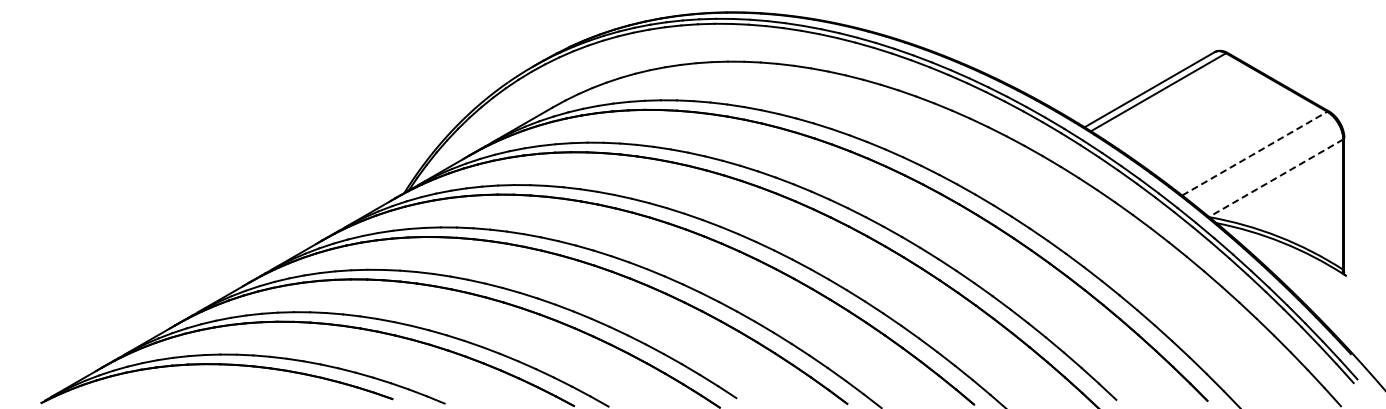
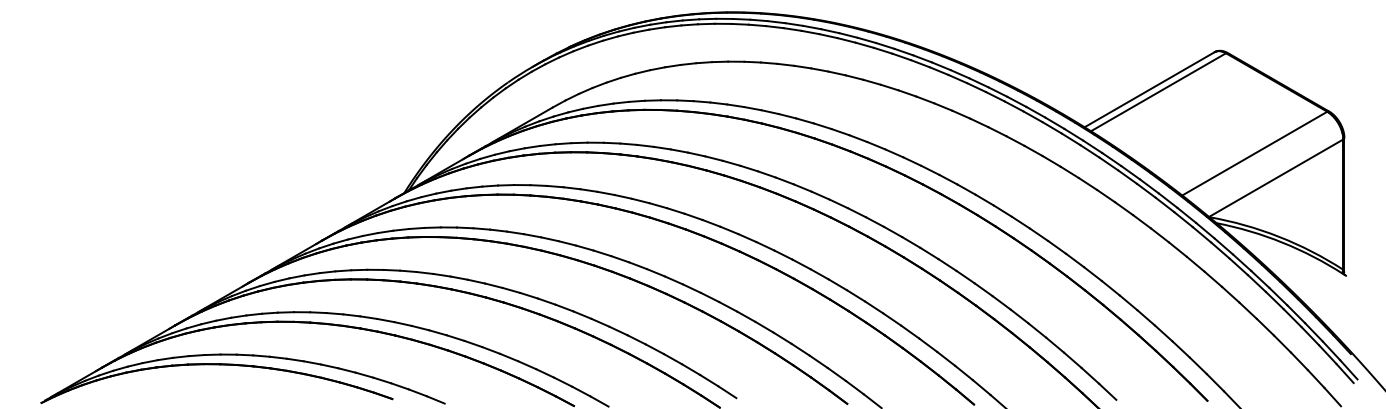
line at (1254, 153): dashed -> solid
line at (1276, 178): dashed -> solid
